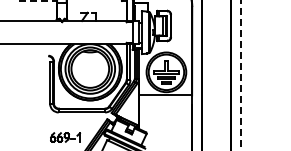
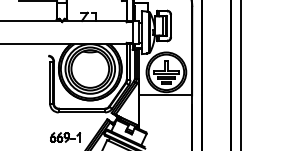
line at (38, 0): dashed -> solid
line at (240, 75): dashed -> solid
